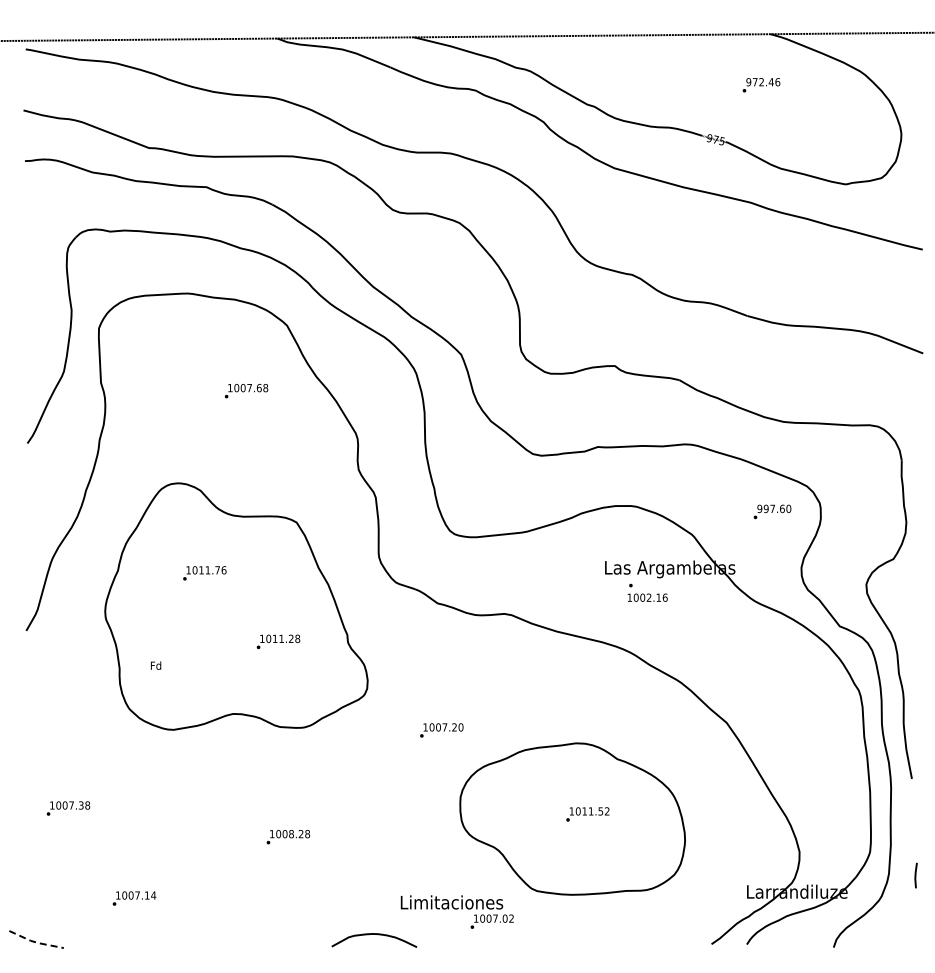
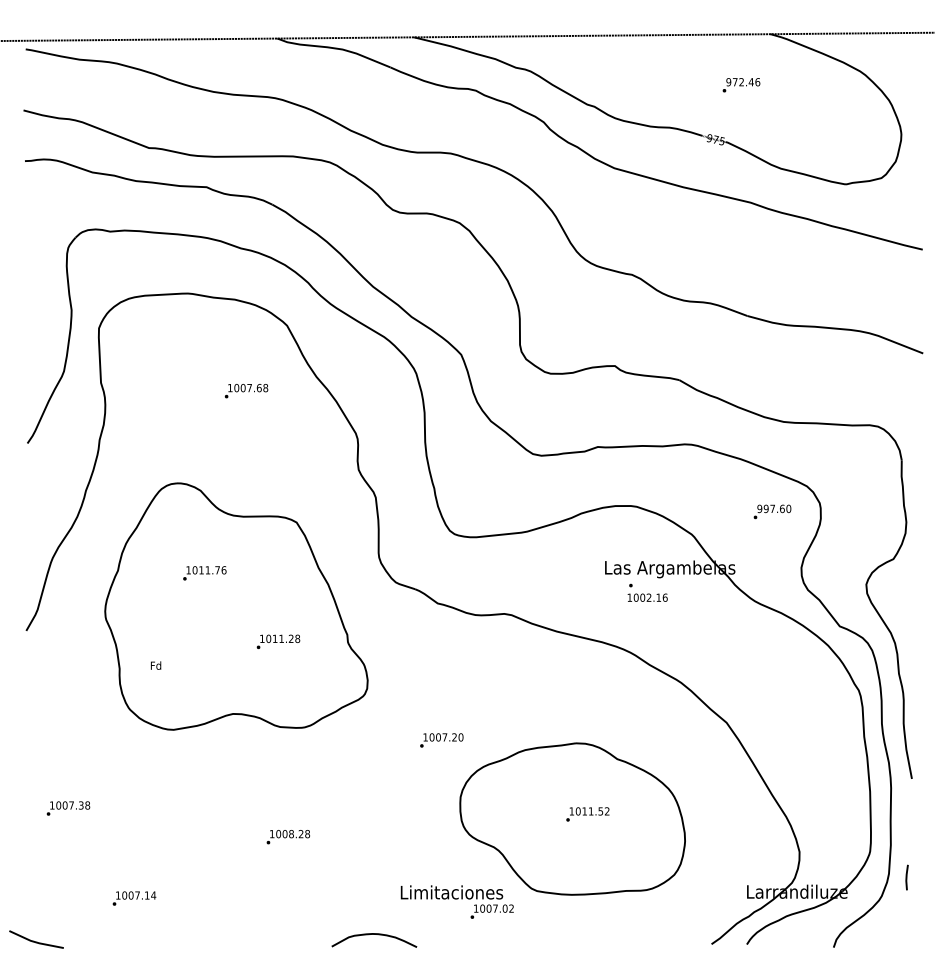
text at (761, 85) position: (761, 85) -> (741, 85)
text at (441, 730) position: (441, 730) -> (441, 740)
line at (915, 875) position: (915, 875) -> (906, 877)
text at (456, 911) position: (456, 911) -> (456, 901)
line at (35, 942): dashed -> solid
